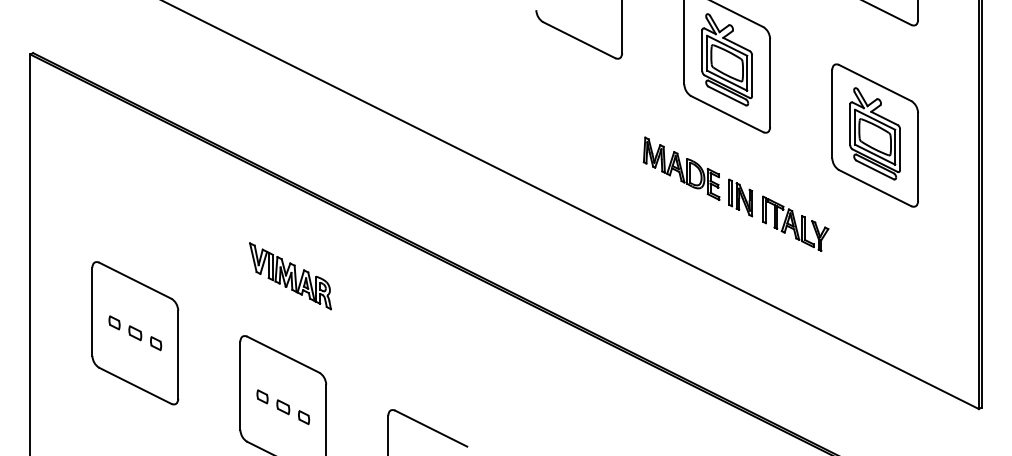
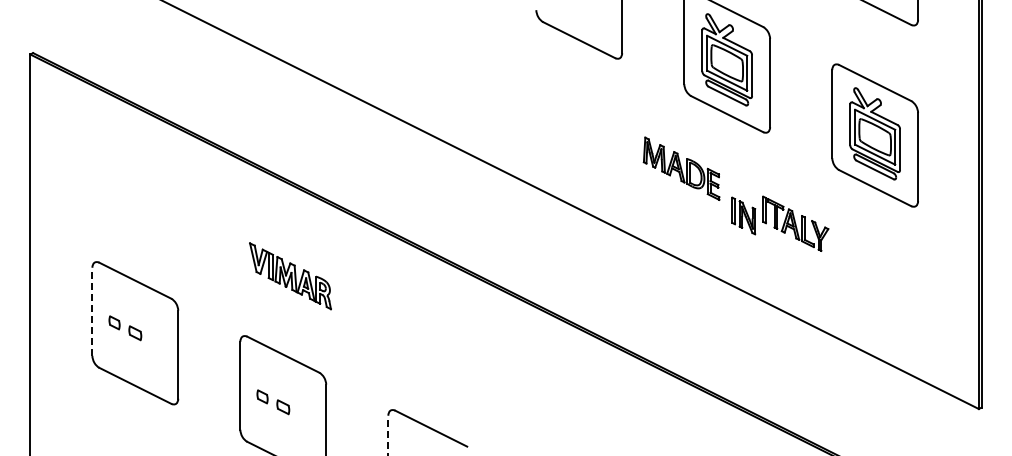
part at (740, 197) position: (740, 197) -> (743, 215)
line at (92, 311): solid -> dashed
part at (156, 343): present -> none
part at (304, 417): present -> none
line at (388, 435): solid -> dashed
